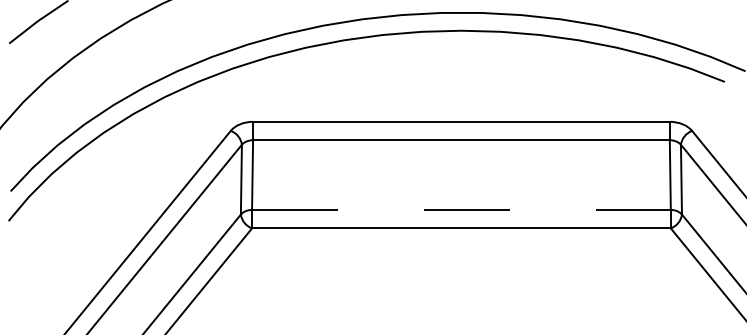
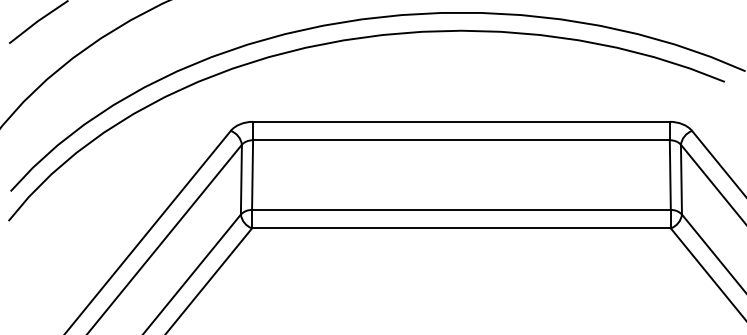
line at (461, 210): dashed -> solid
